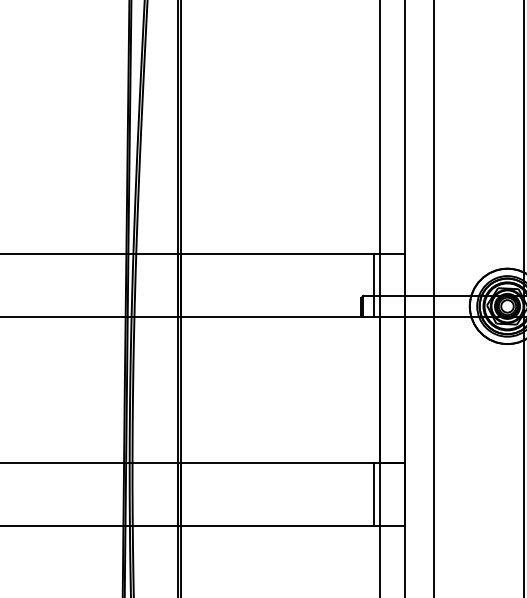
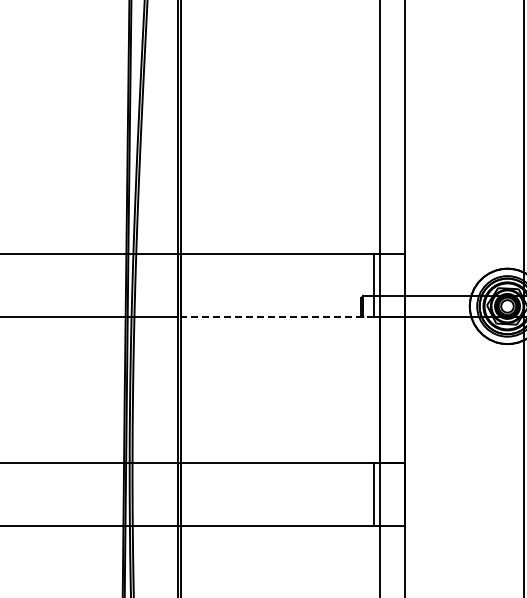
line at (434, 298): present -> none
line at (275, 316): solid -> dashed
